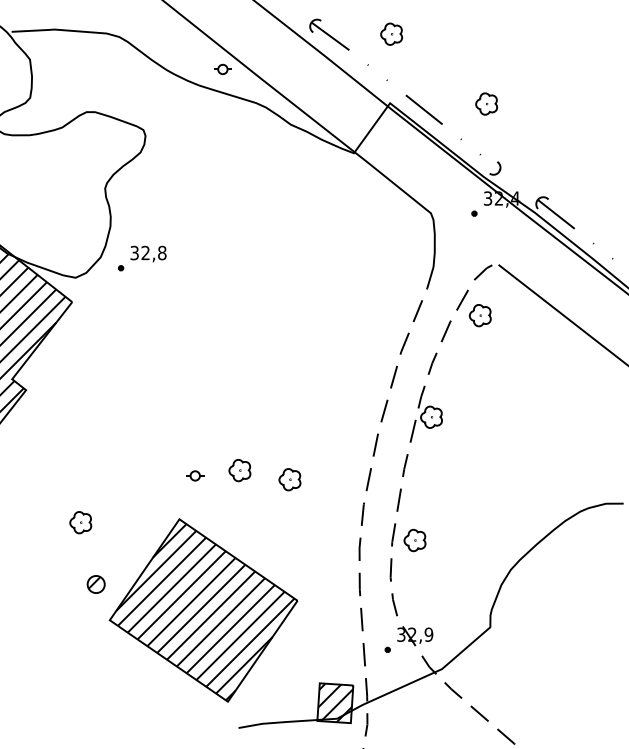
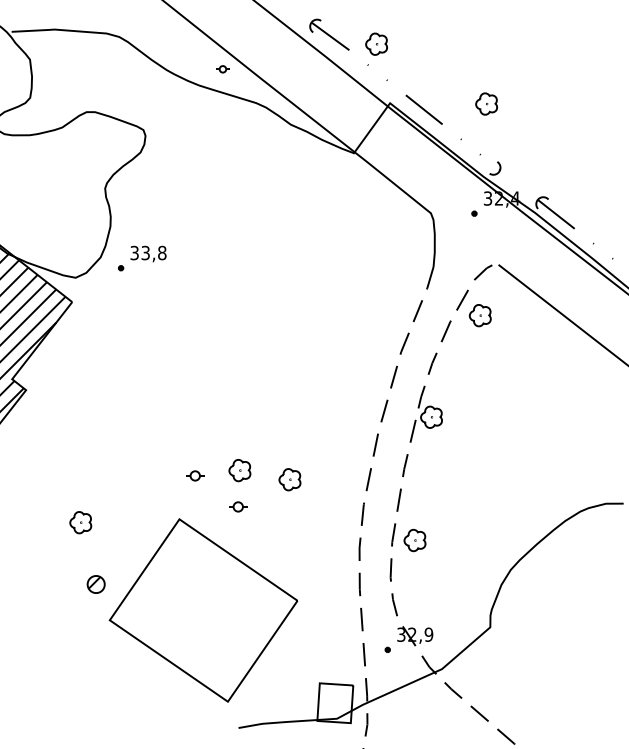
part at (391, 33) position: (391, 33) -> (376, 43)
part at (222, 68) size: 18x12 px -> 14x9 px
text at (145, 253): 32,8 -> 33,8
part at (238, 506): none -> present
hatch at (205, 612): present -> none
hatch at (335, 702): present -> none
